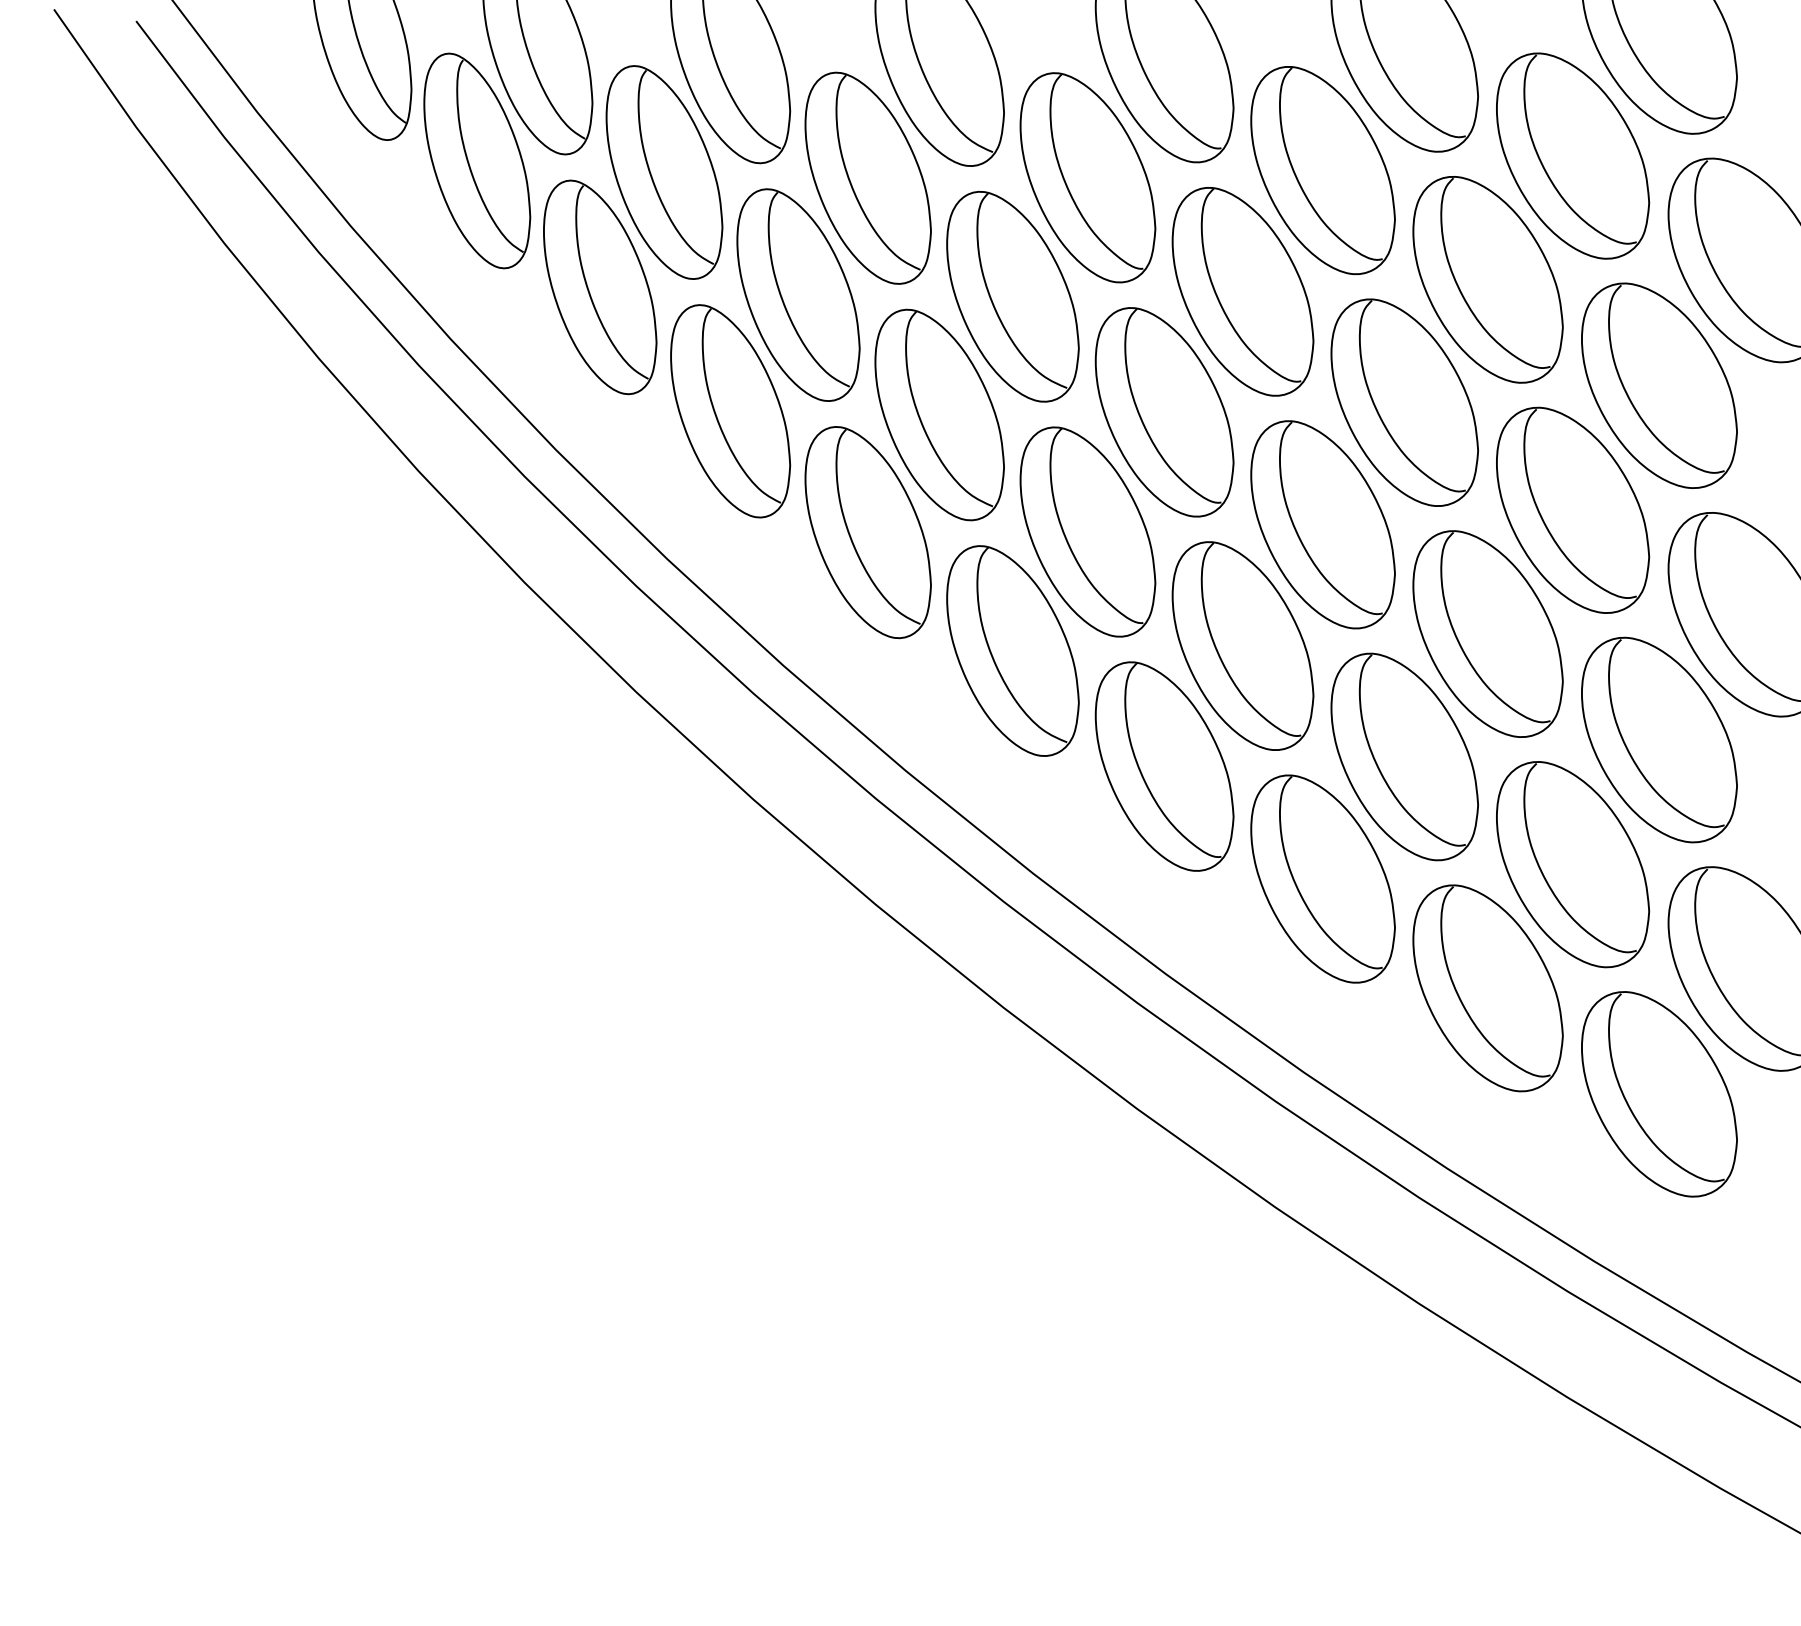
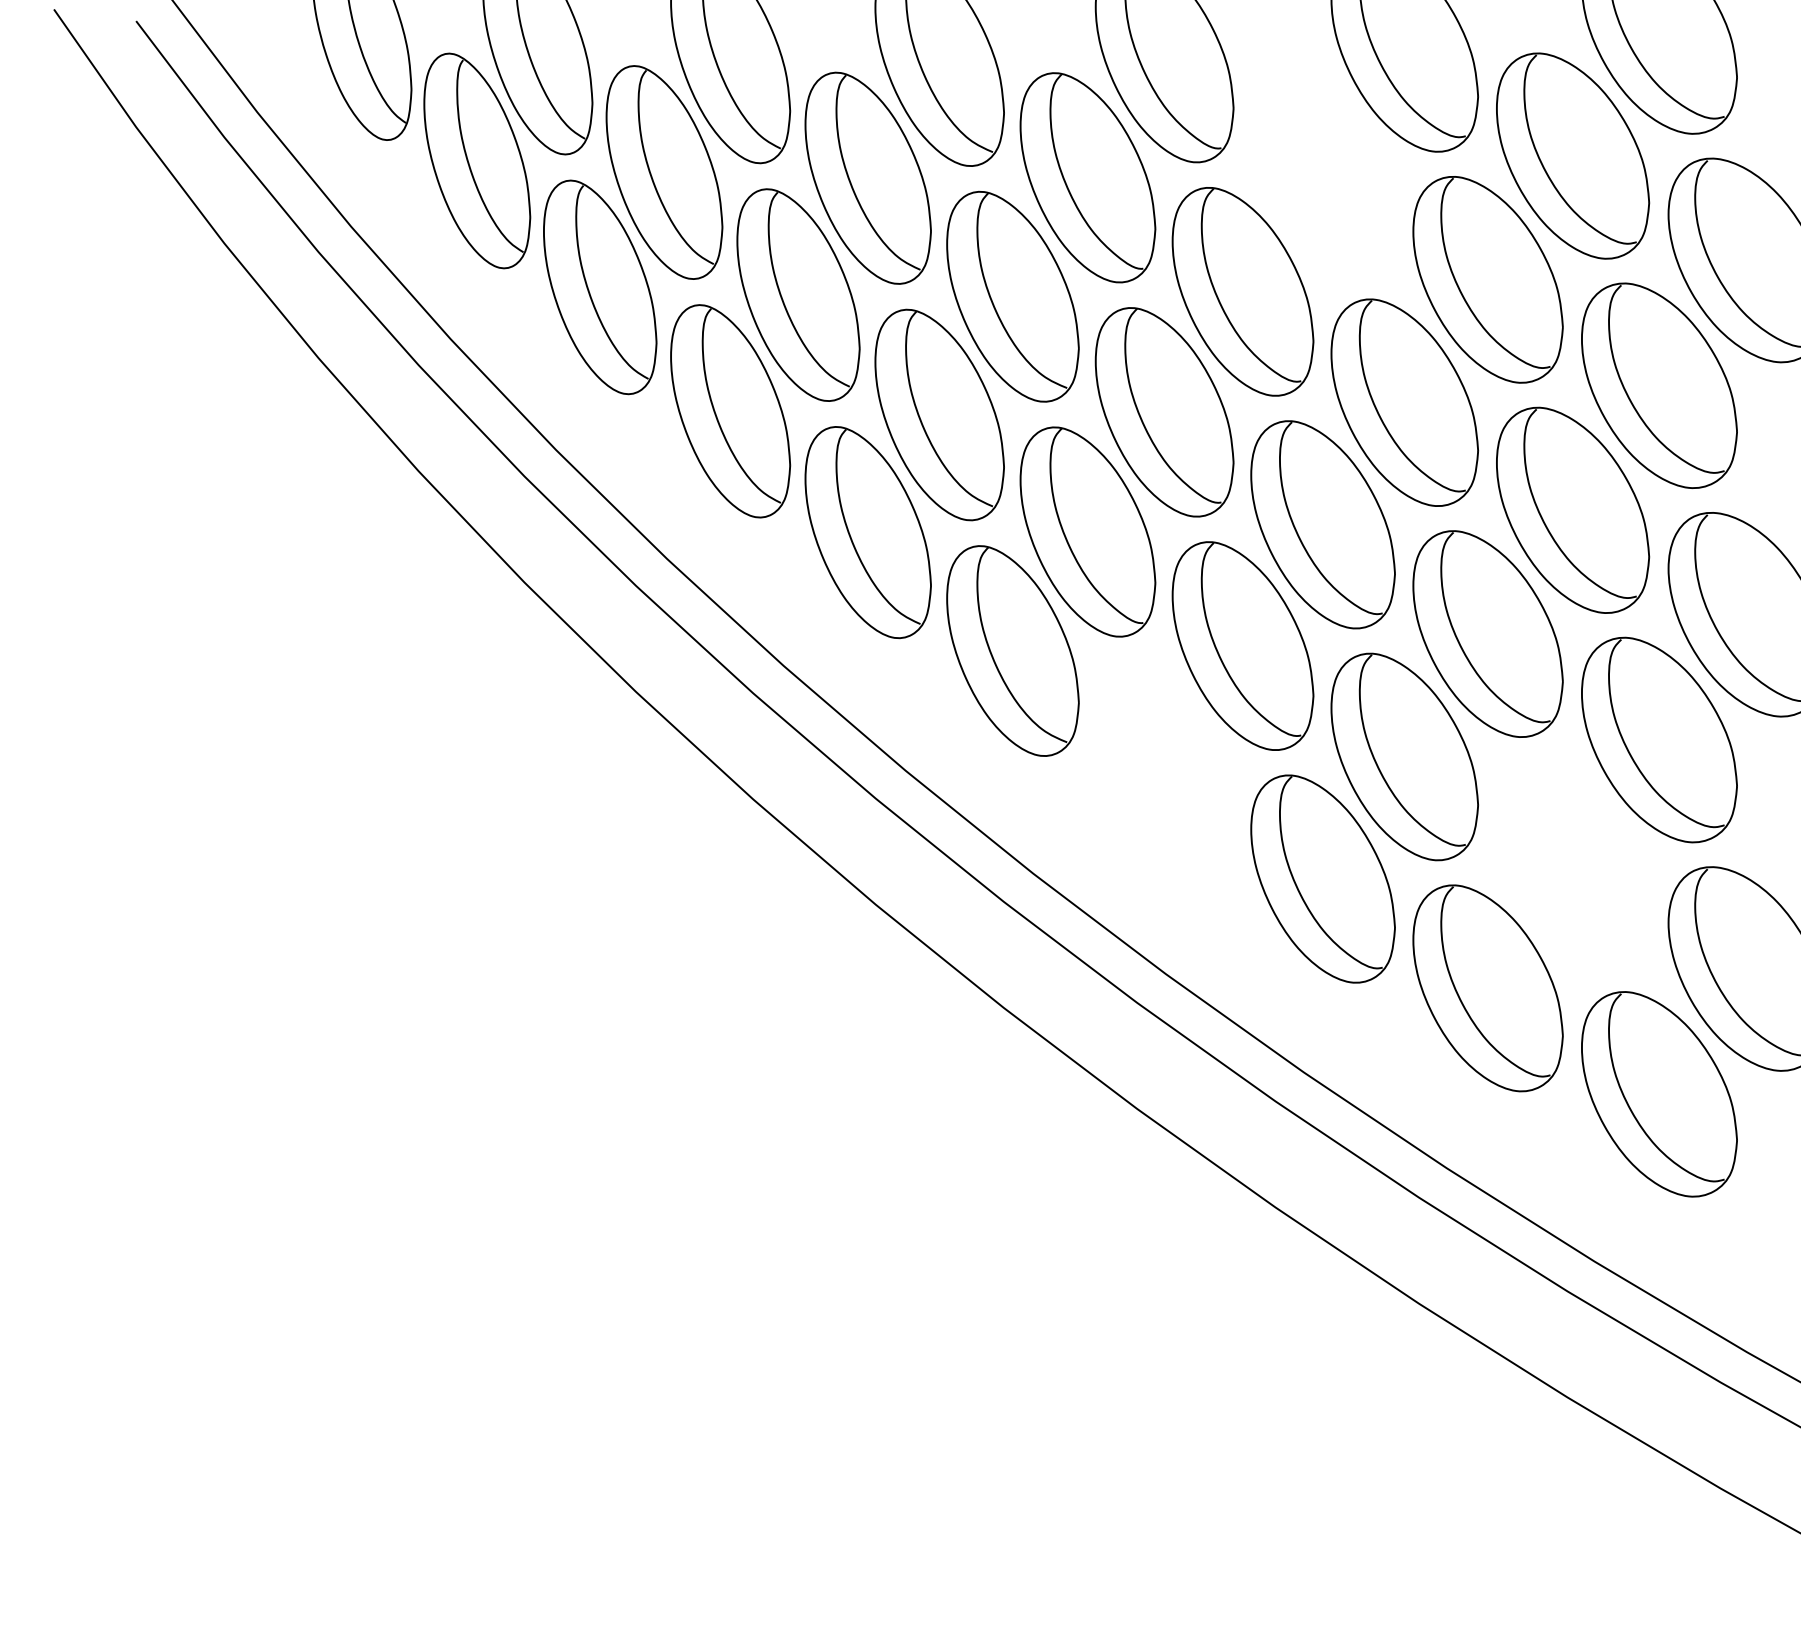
part at (1322, 170): present -> none
part at (1164, 766): present -> none
part at (1573, 864): present -> none
